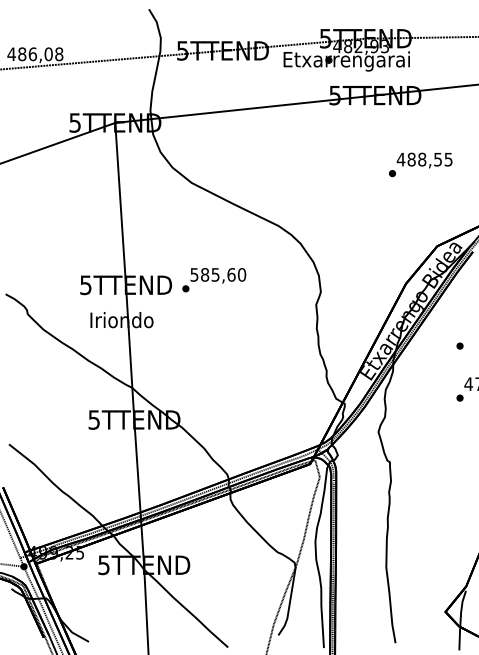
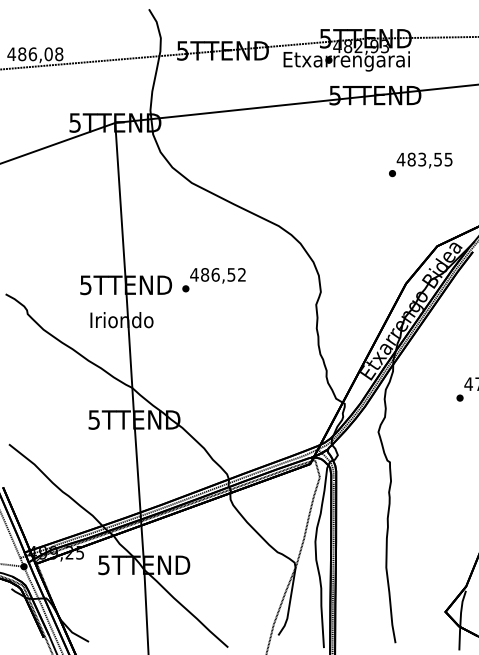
text at (422, 159): 488,55 -> 483,55
text at (218, 274): 585,60 -> 486,52
part at (459, 345): present -> none
